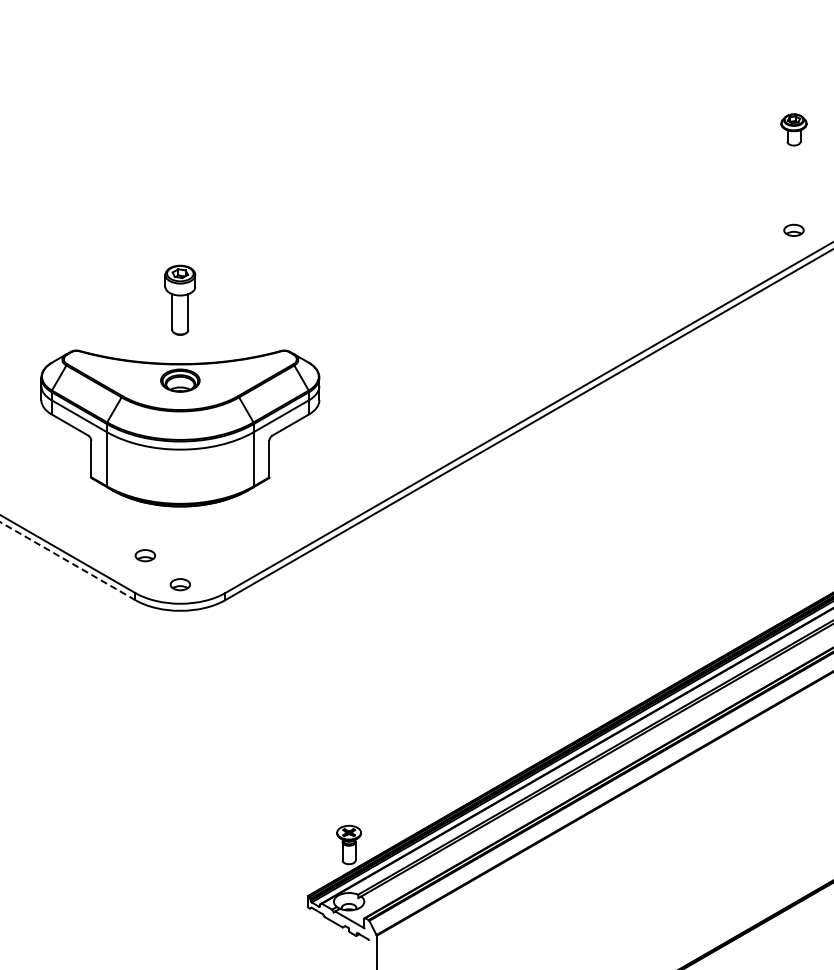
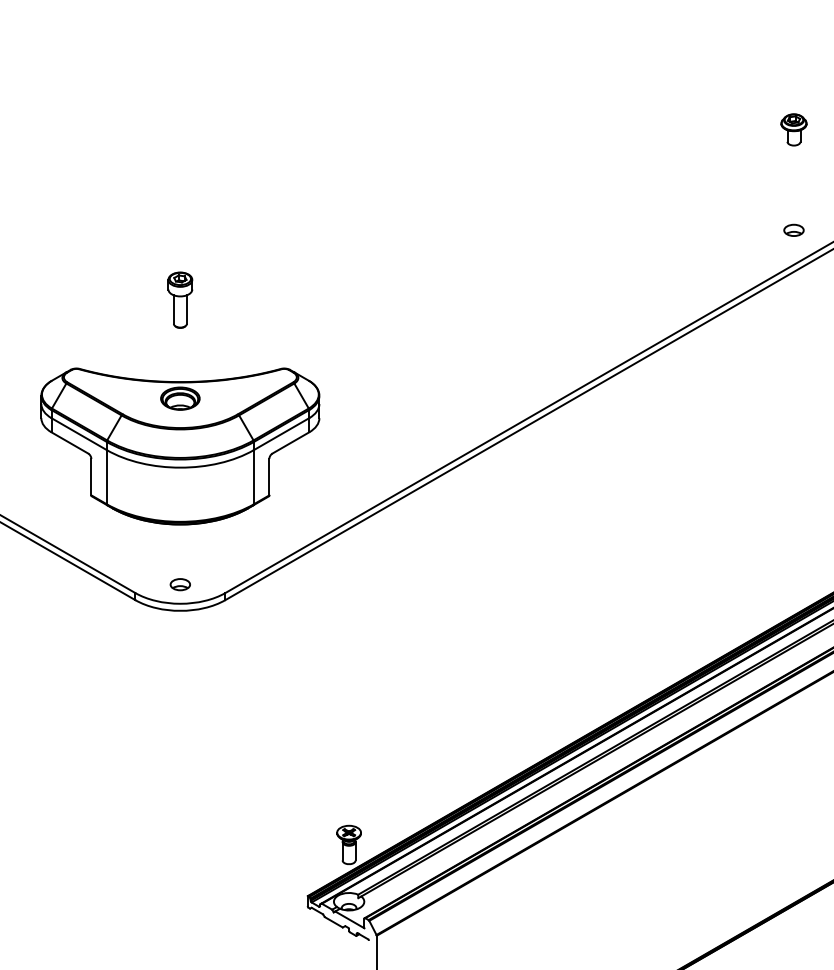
part at (180, 299) size: 33x72 px -> 27x58 px
part at (180, 428) position: (180, 428) -> (180, 446)
part at (144, 555): present -> none
line at (67, 561): dashed -> solid
